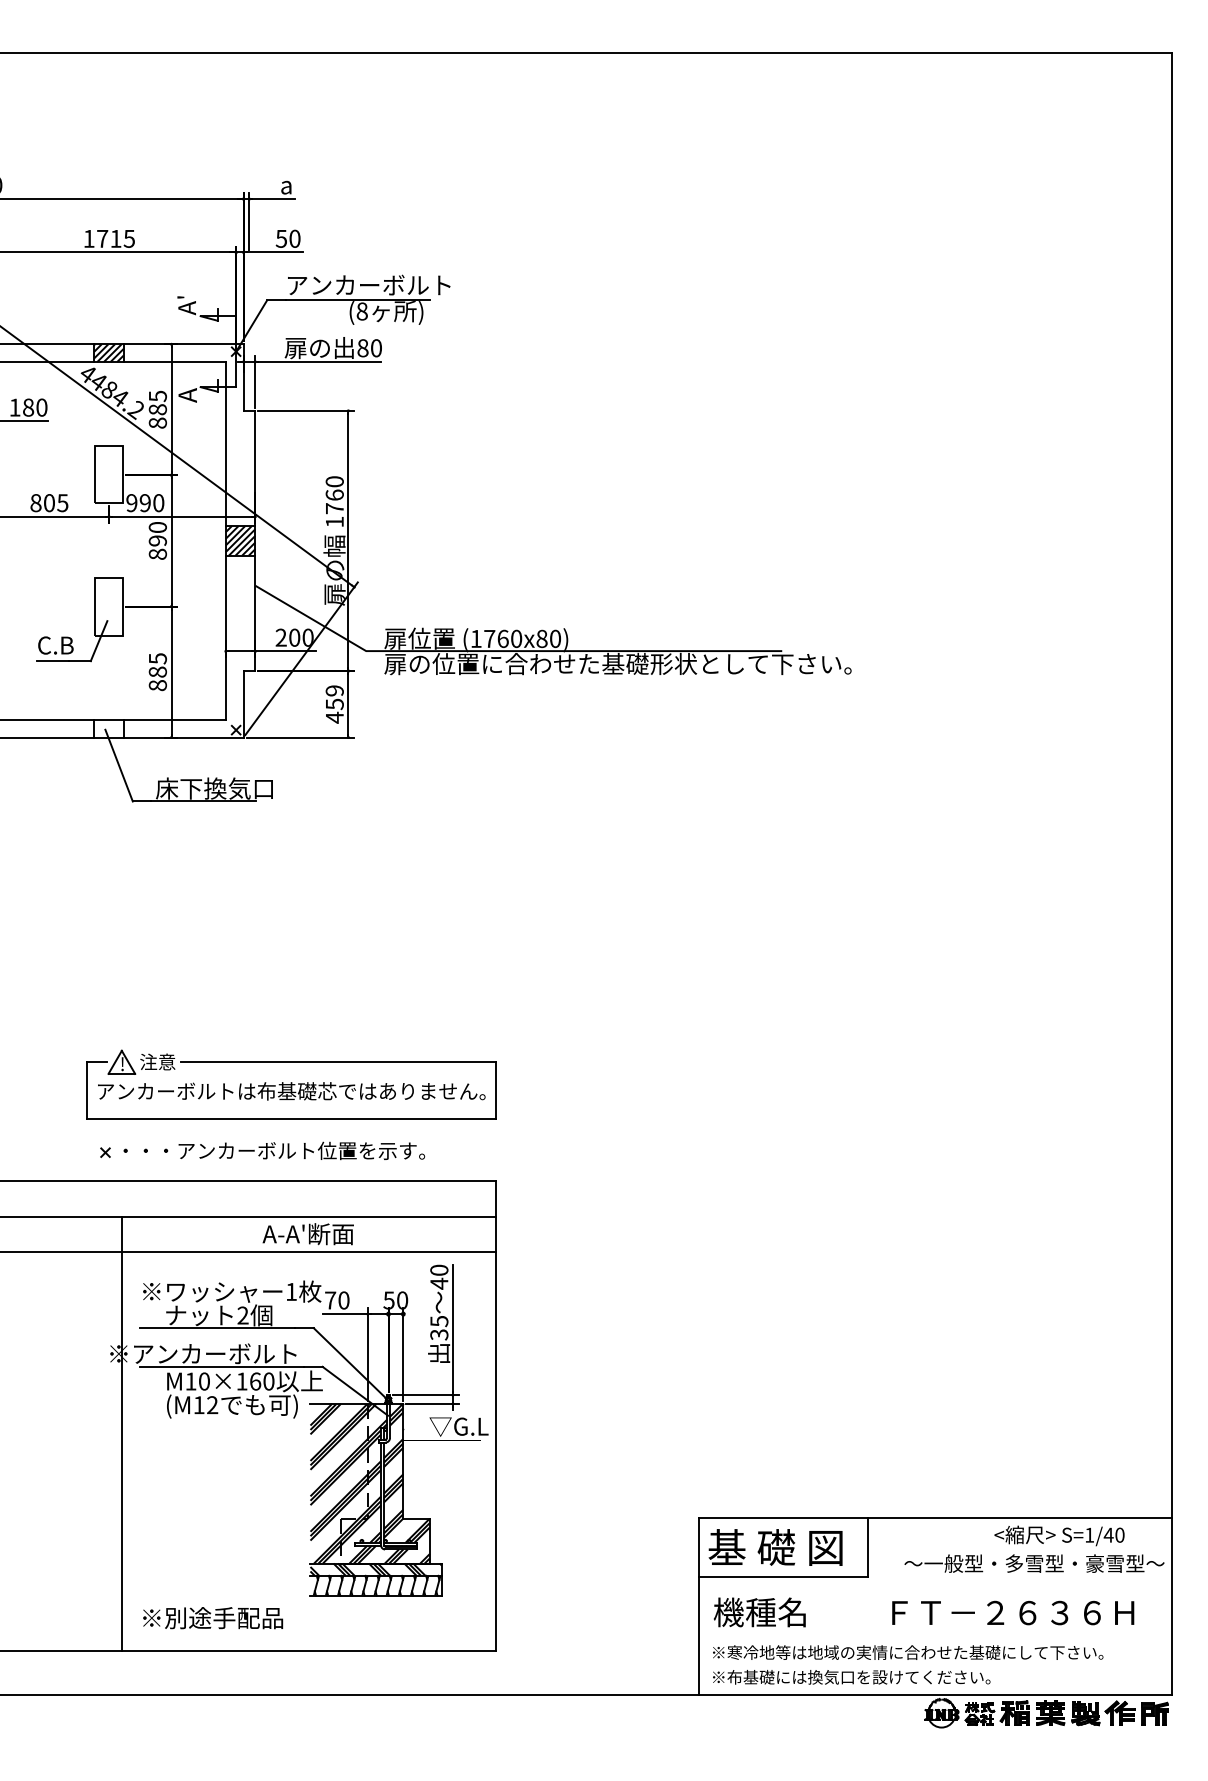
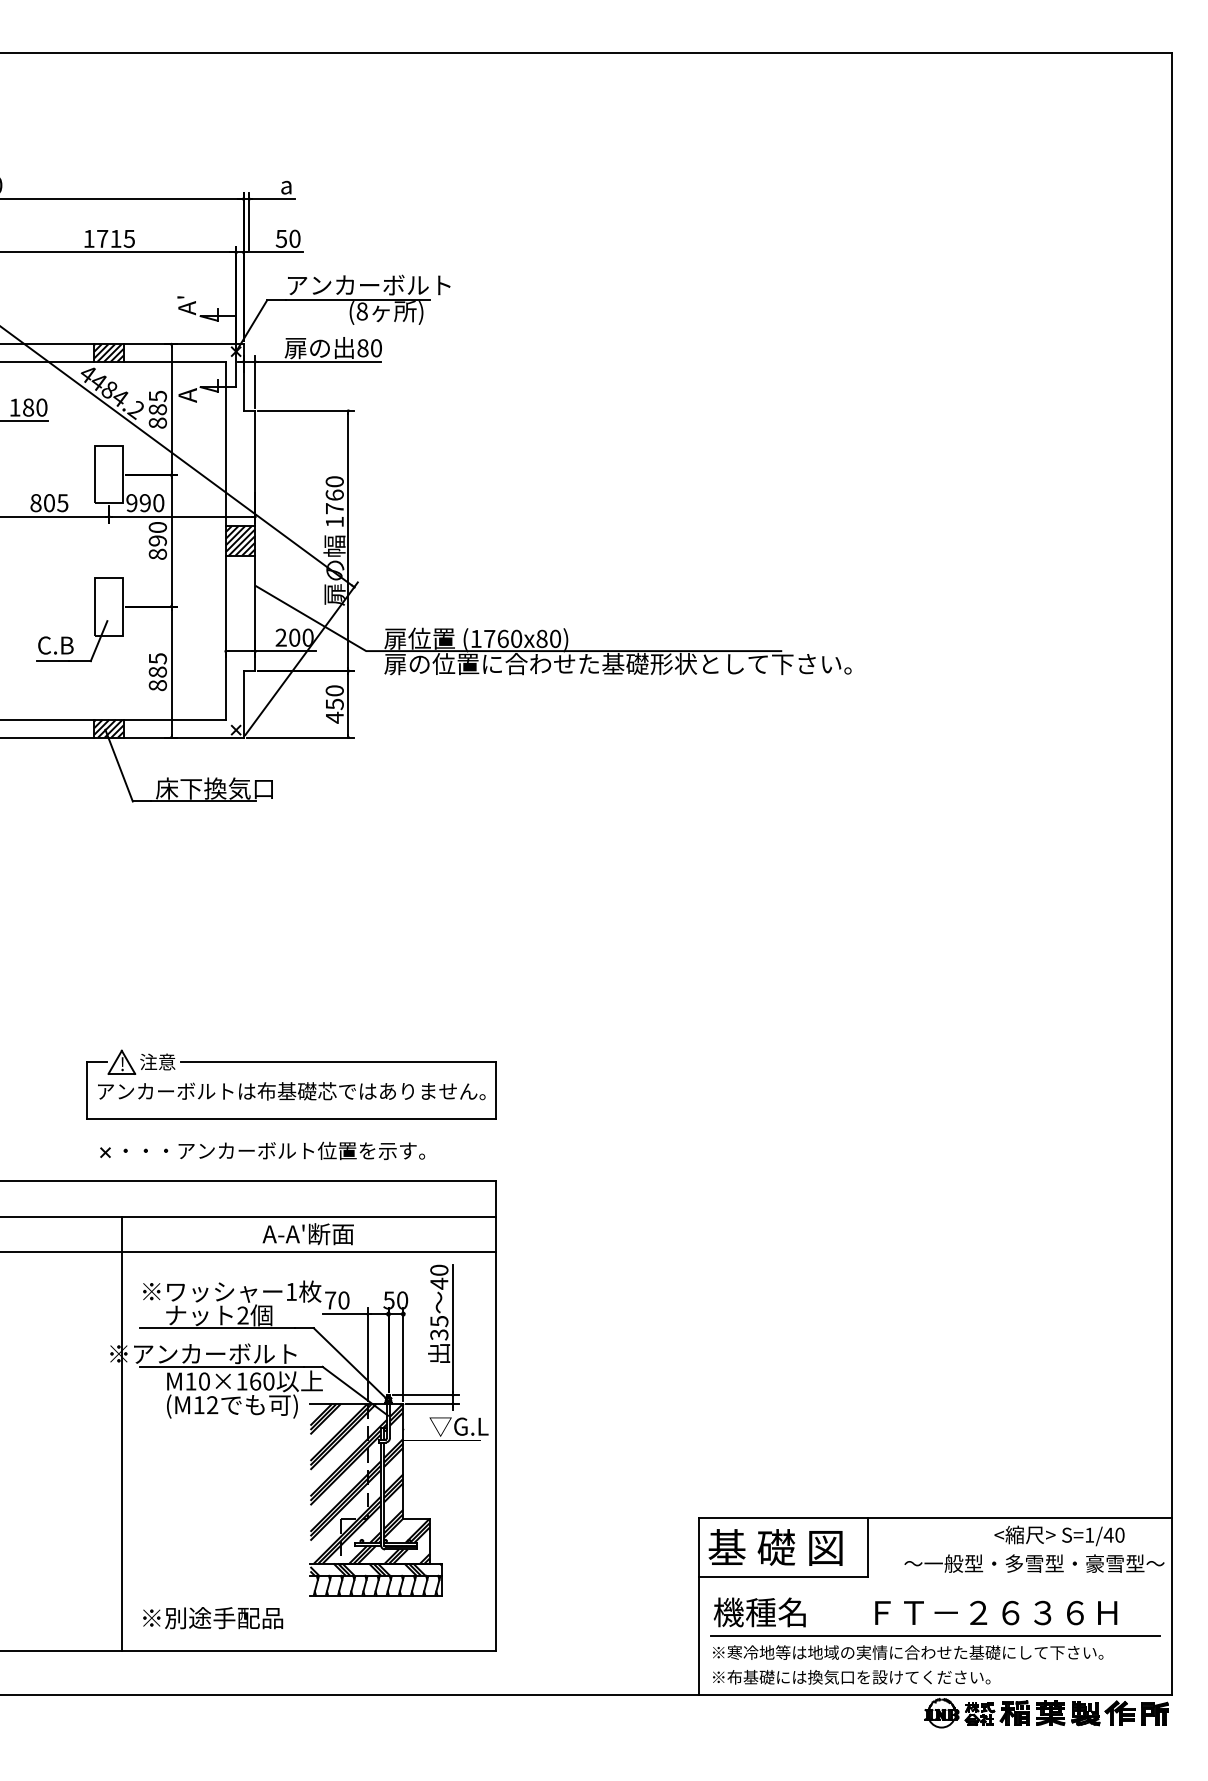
text at (334, 690): 459 -> 450
hatch at (108, 728): none -> present
text at (1013, 1612) position: (1013, 1612) -> (996, 1612)
line at (934, 1636): none -> present
